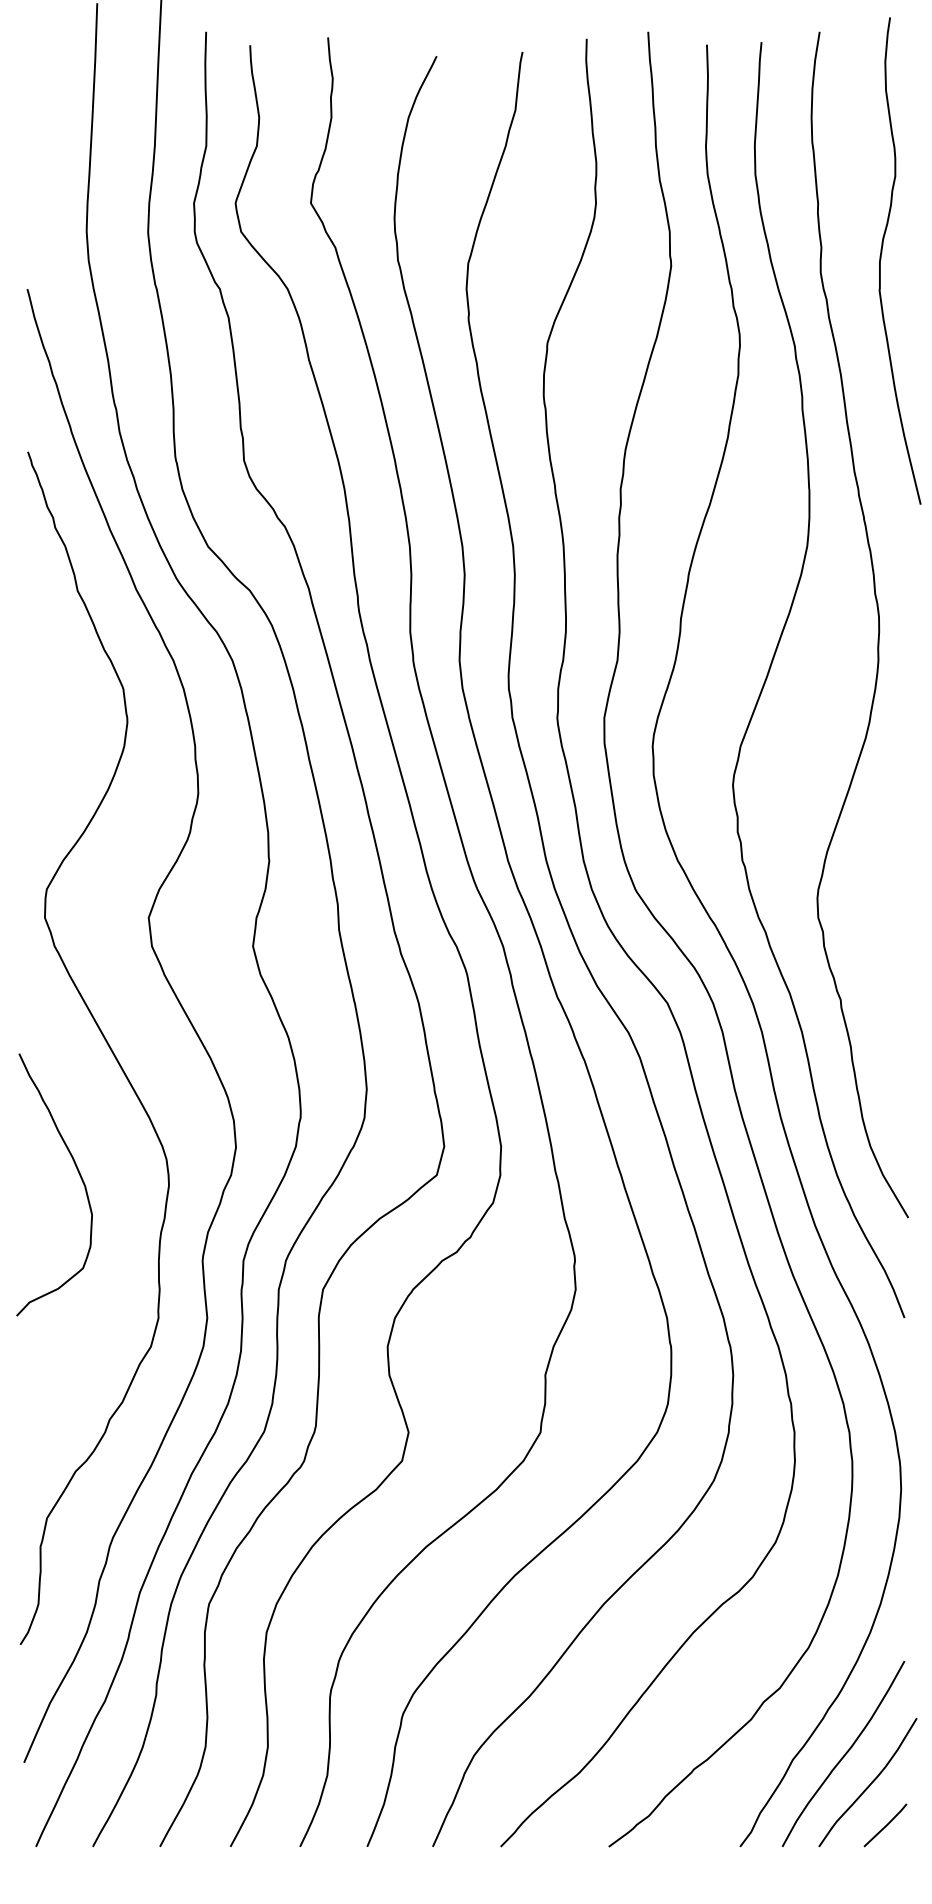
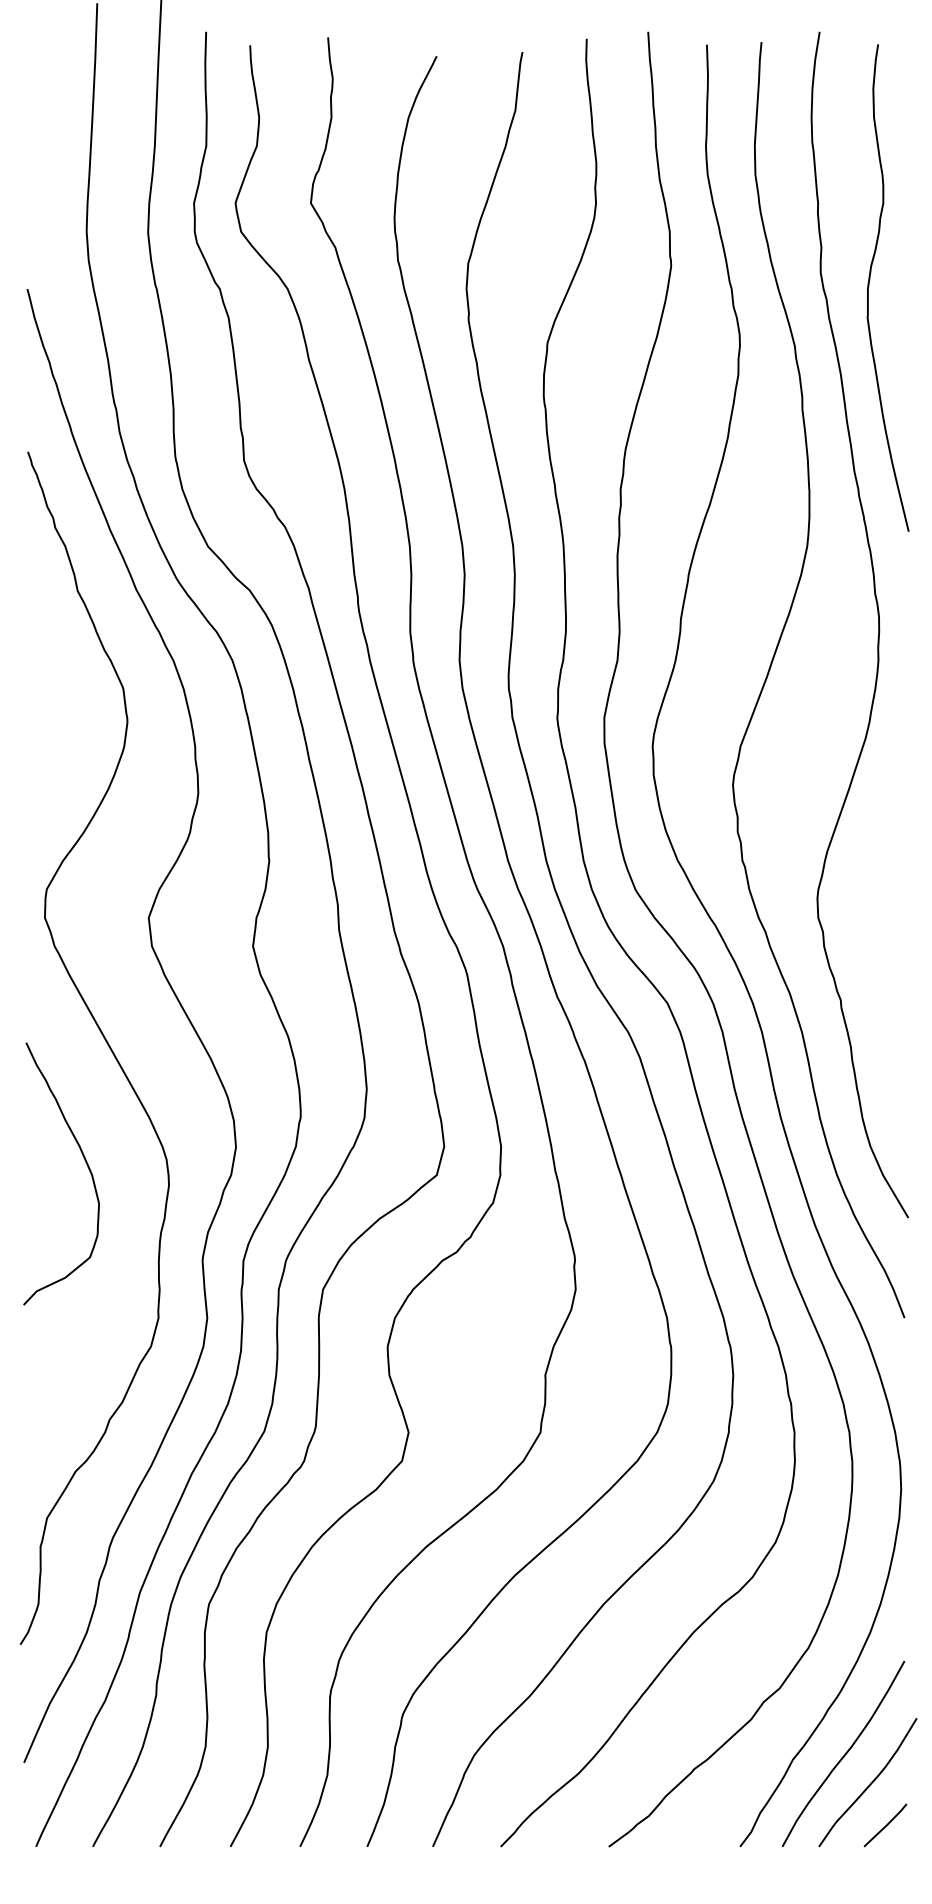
curve at (881, 259) position: (881, 259) -> (869, 286)
curve at (79, 1176) position: (79, 1176) -> (86, 1165)
